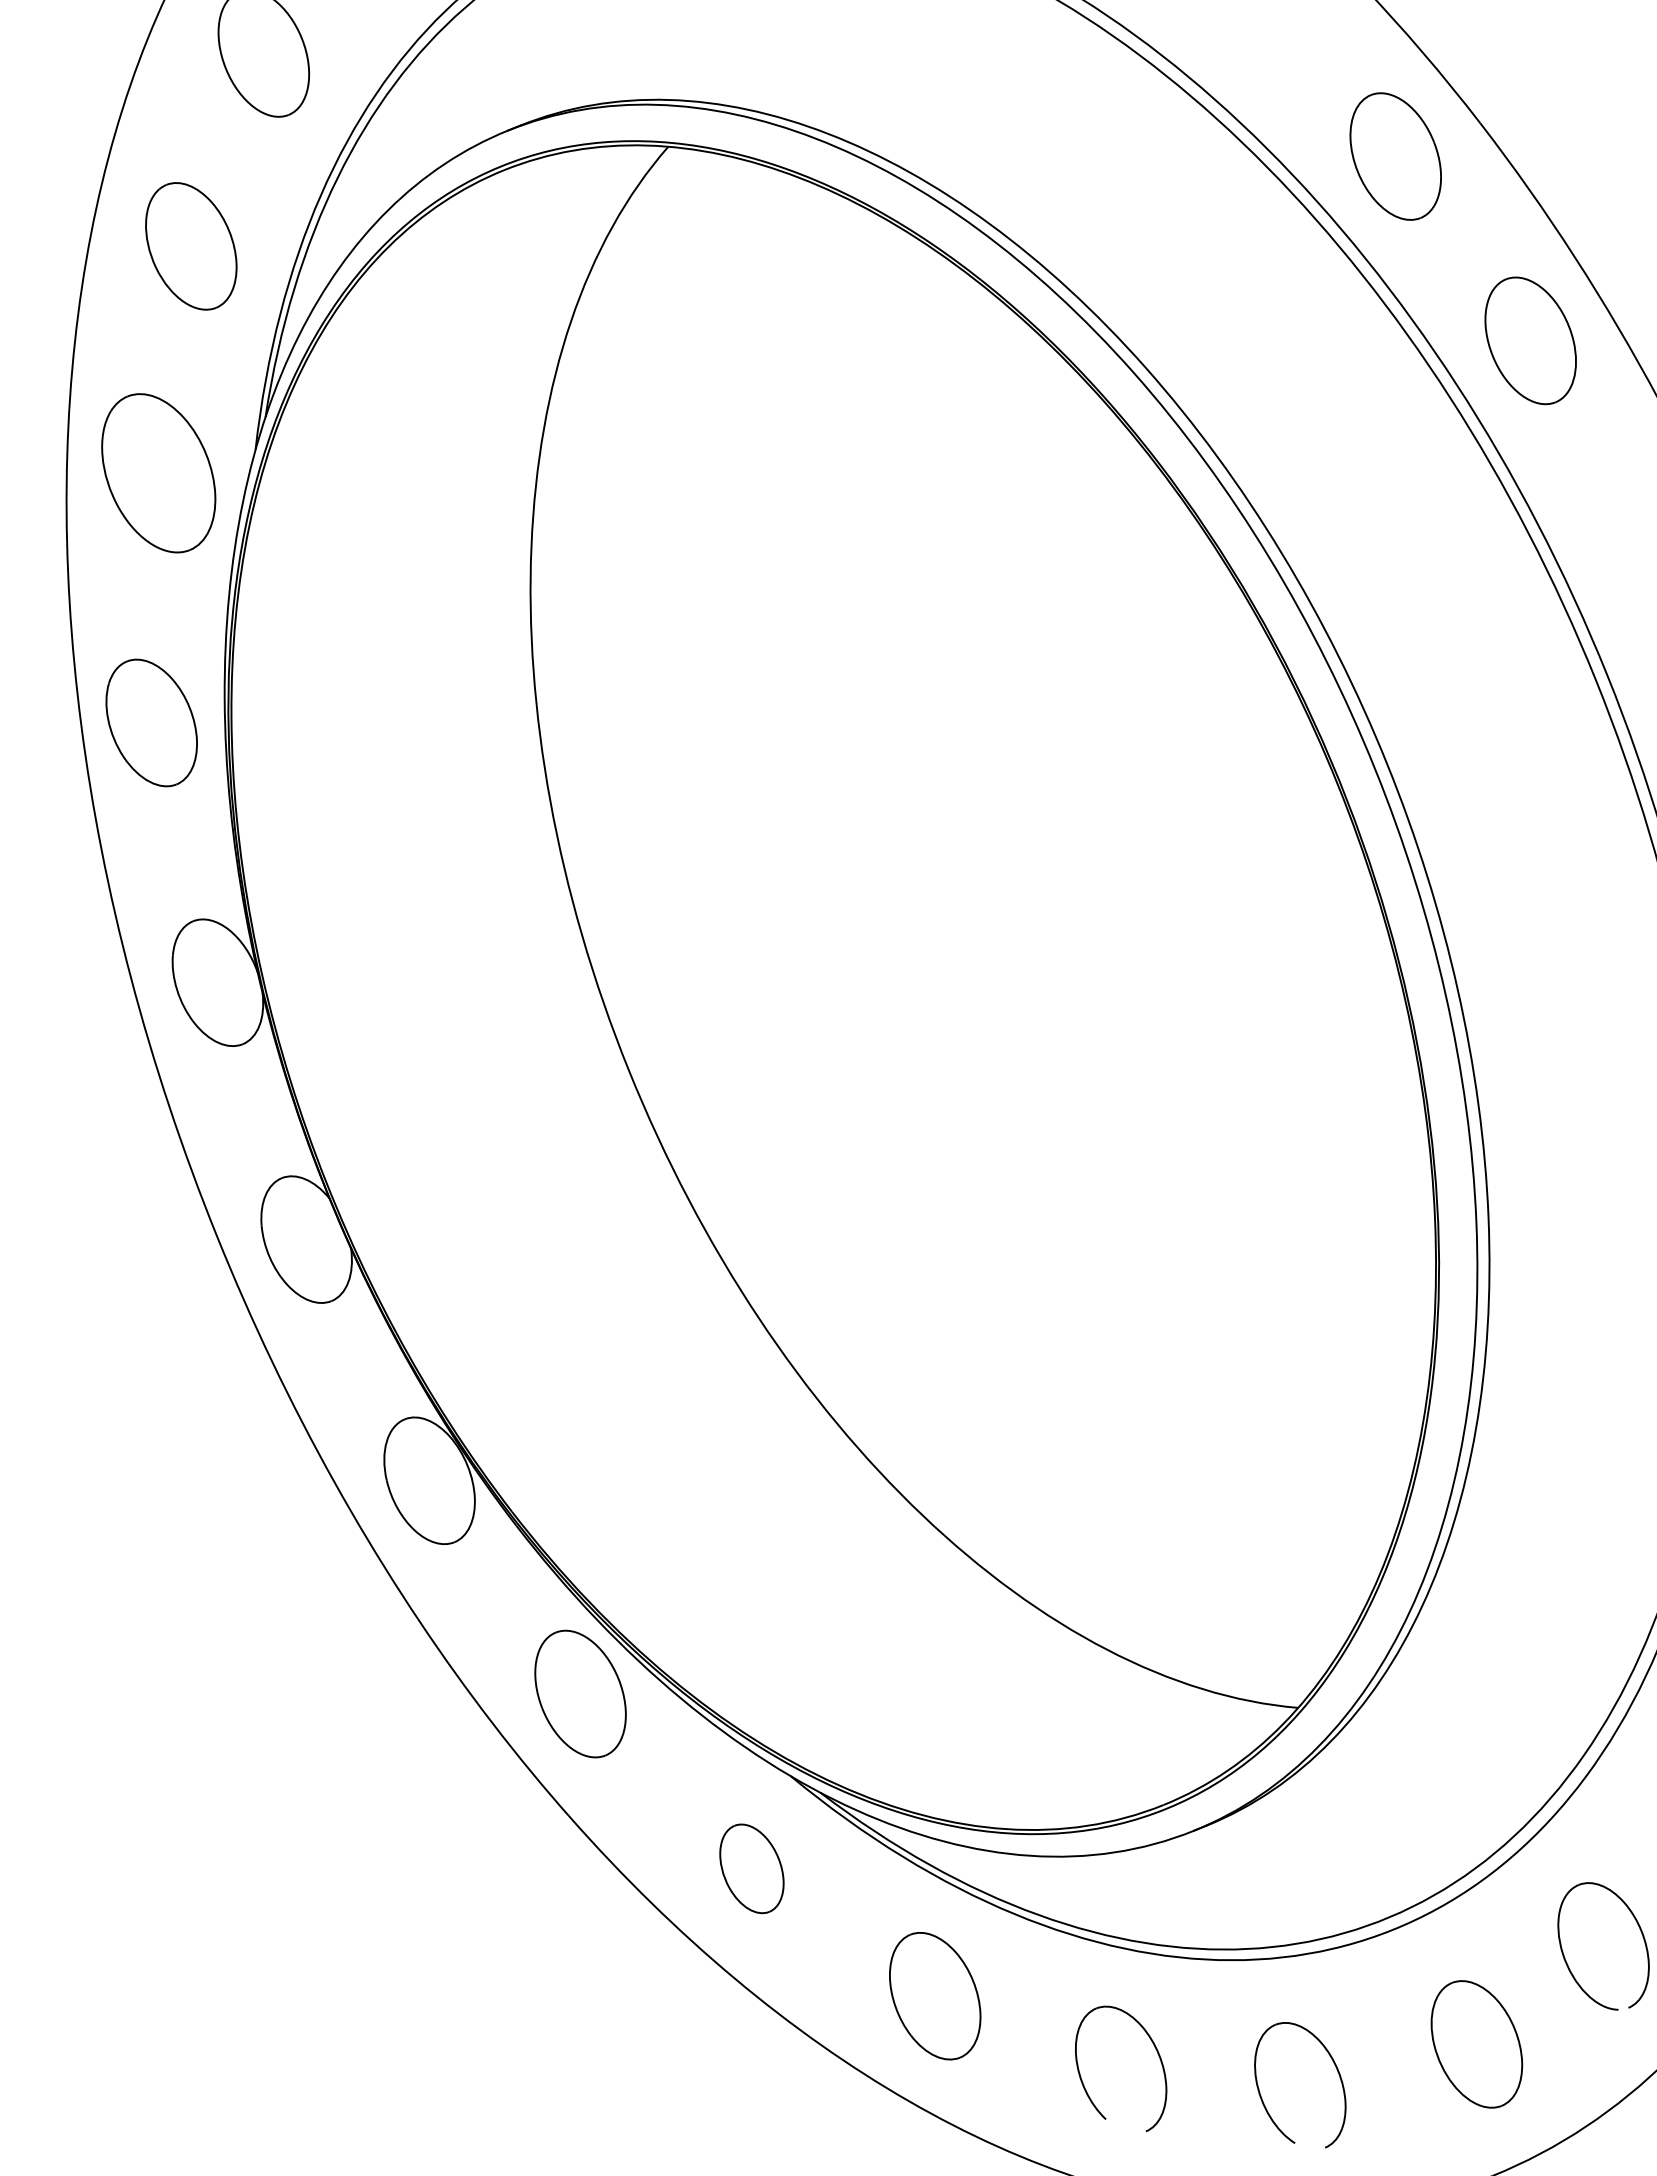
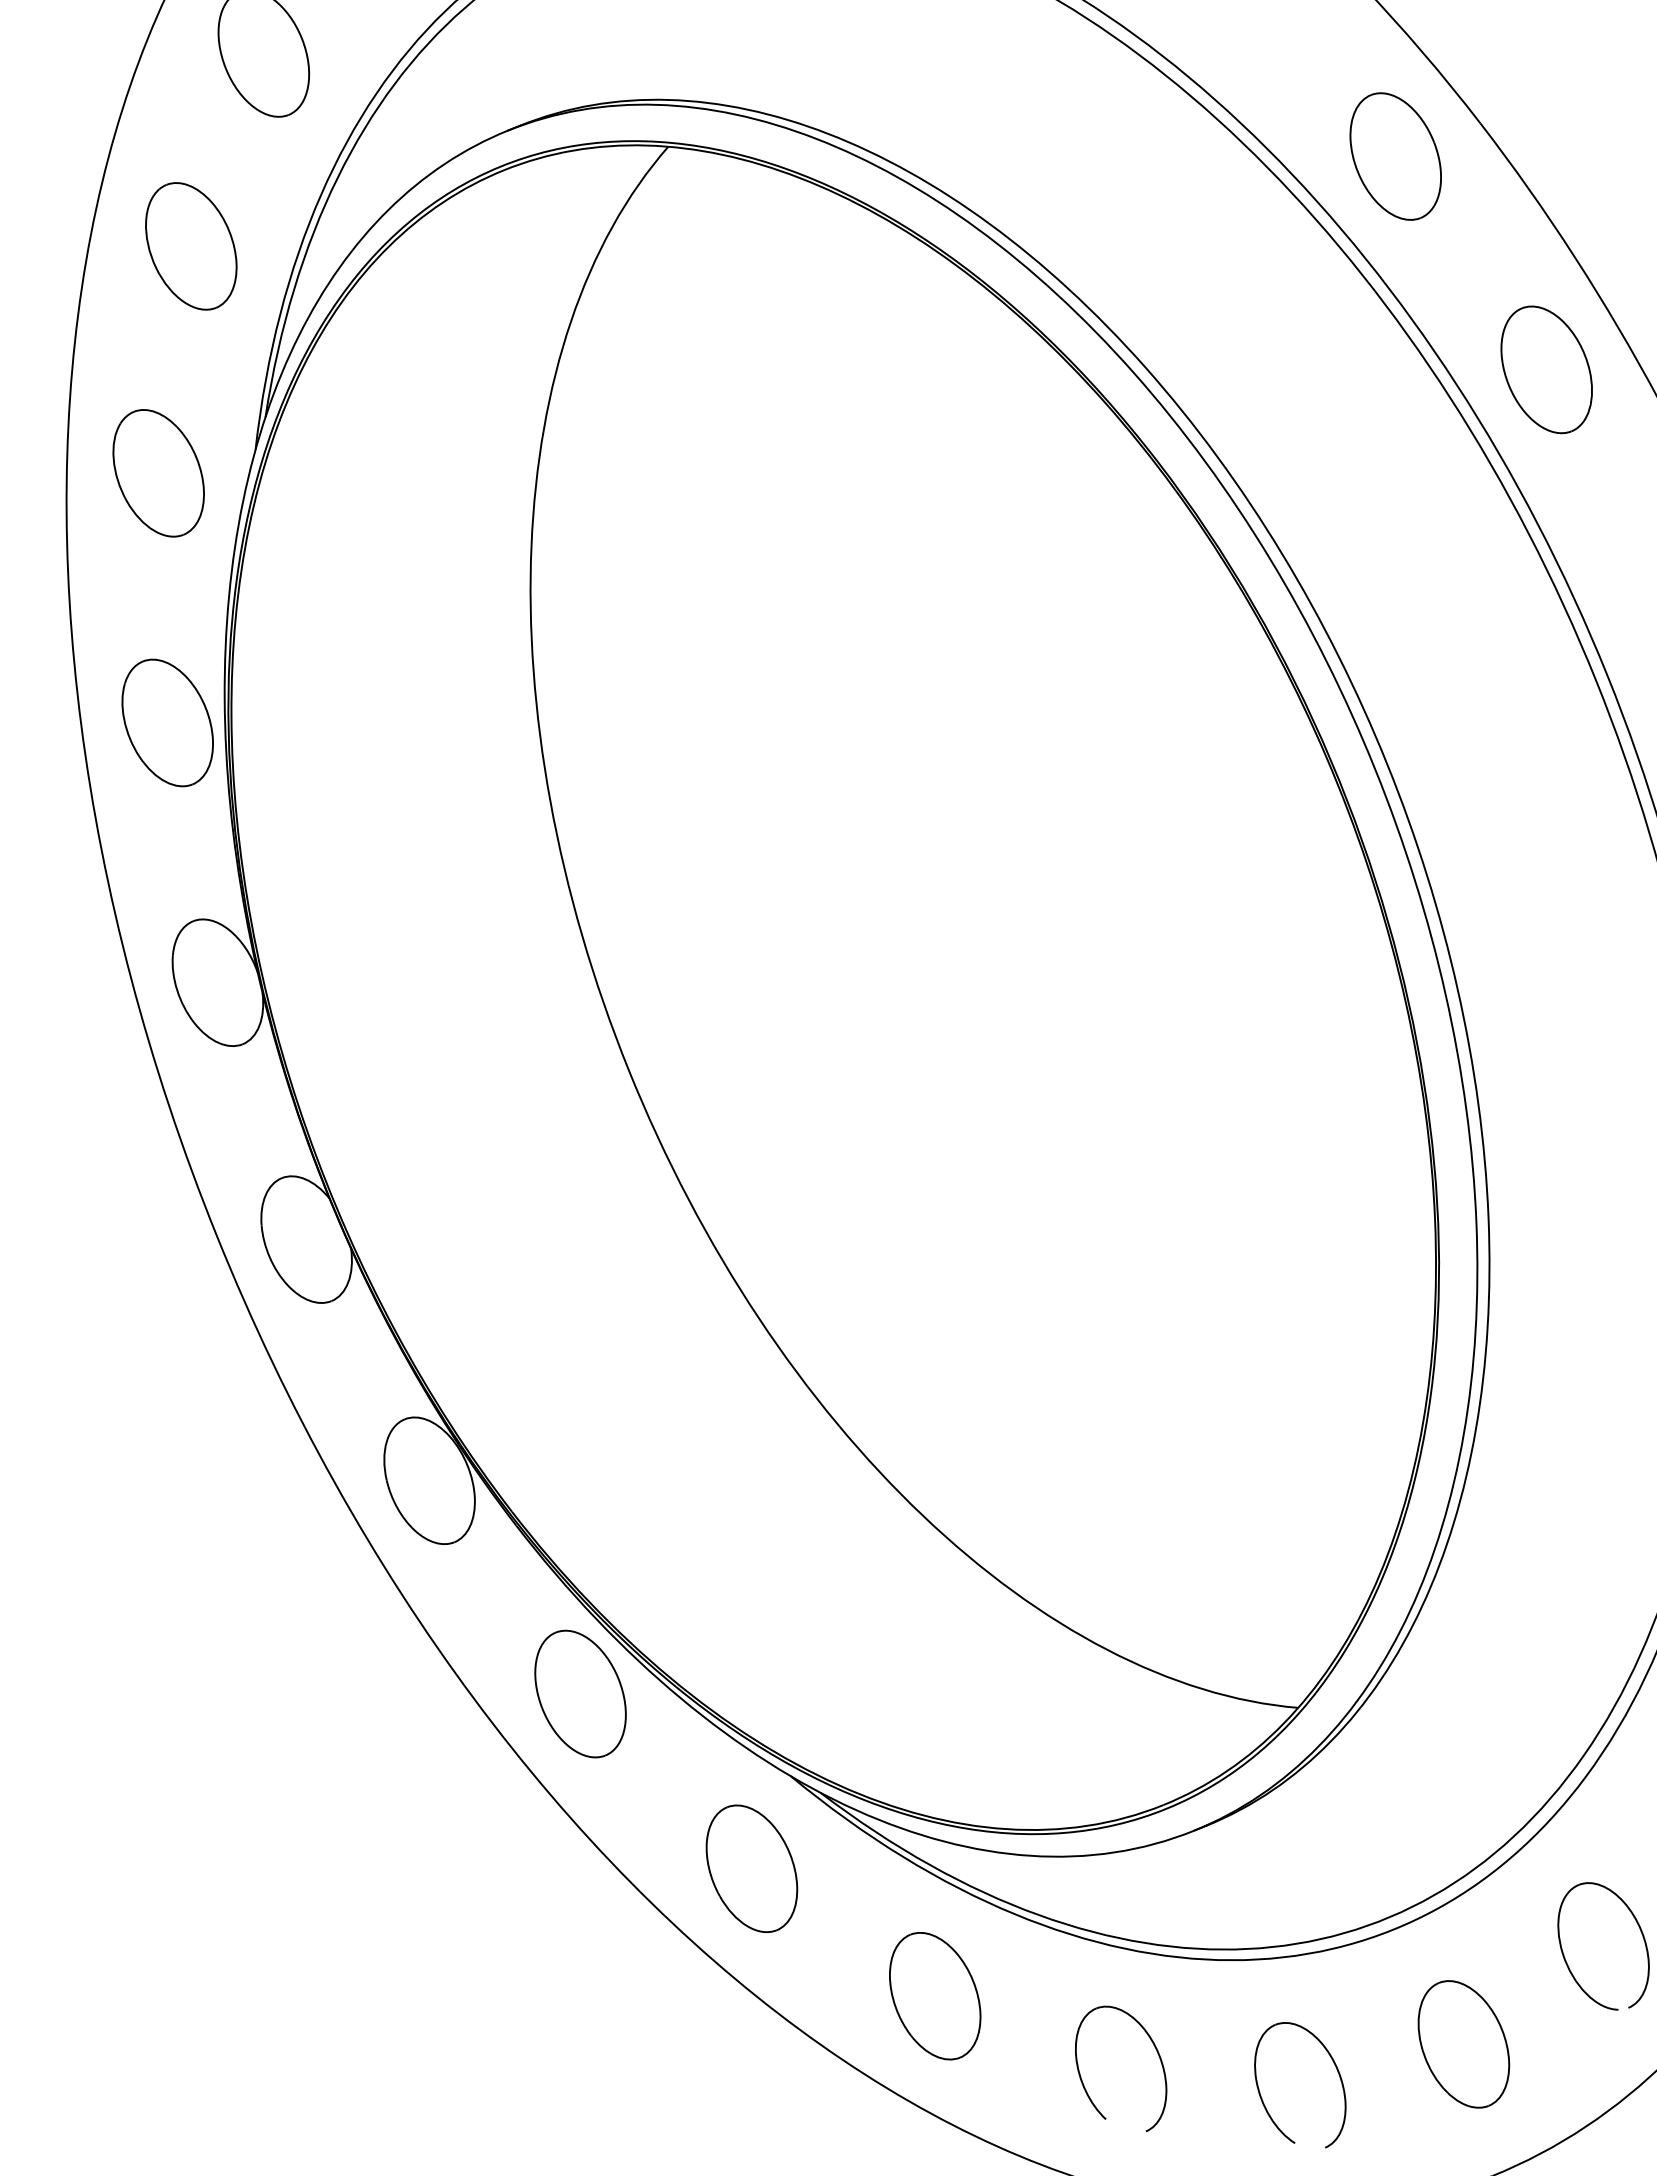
part at (1530, 340) position: (1530, 340) -> (1546, 369)
part at (158, 473) size: 116x161 px -> 93x129 px
part at (151, 722) position: (151, 722) -> (167, 722)
part at (751, 1868) size: 66x92 px -> 94x130 px
part at (1476, 2044) position: (1476, 2044) -> (1463, 2044)
